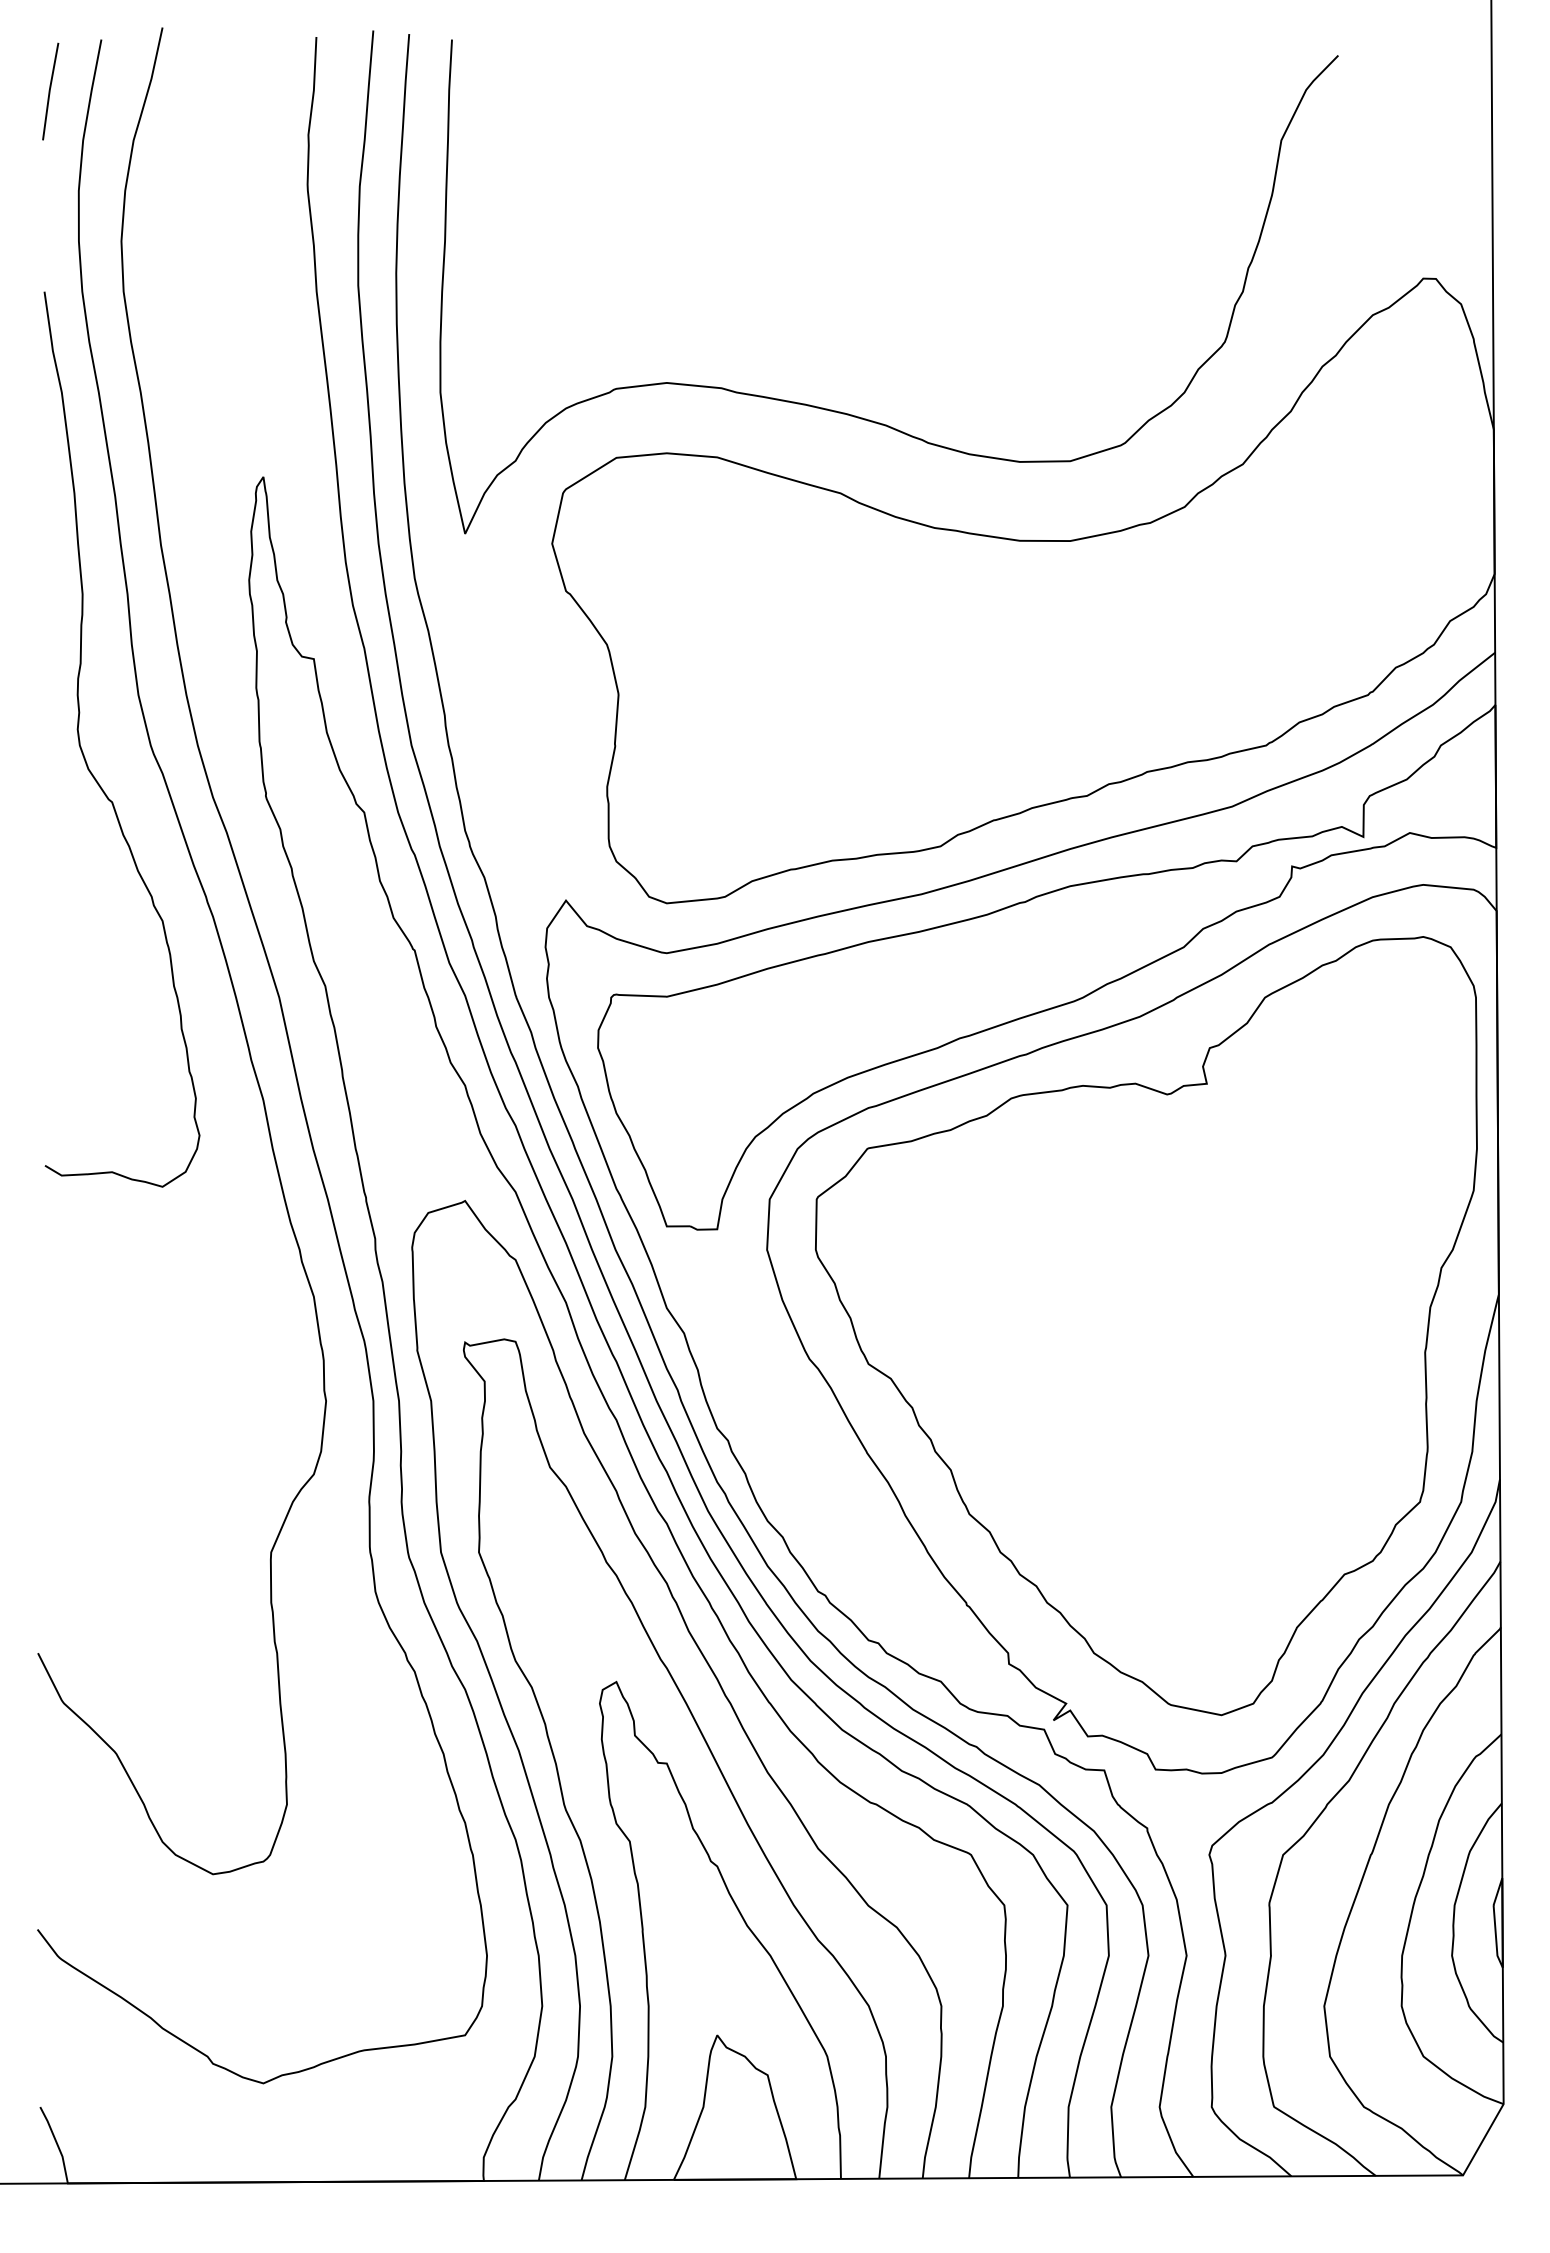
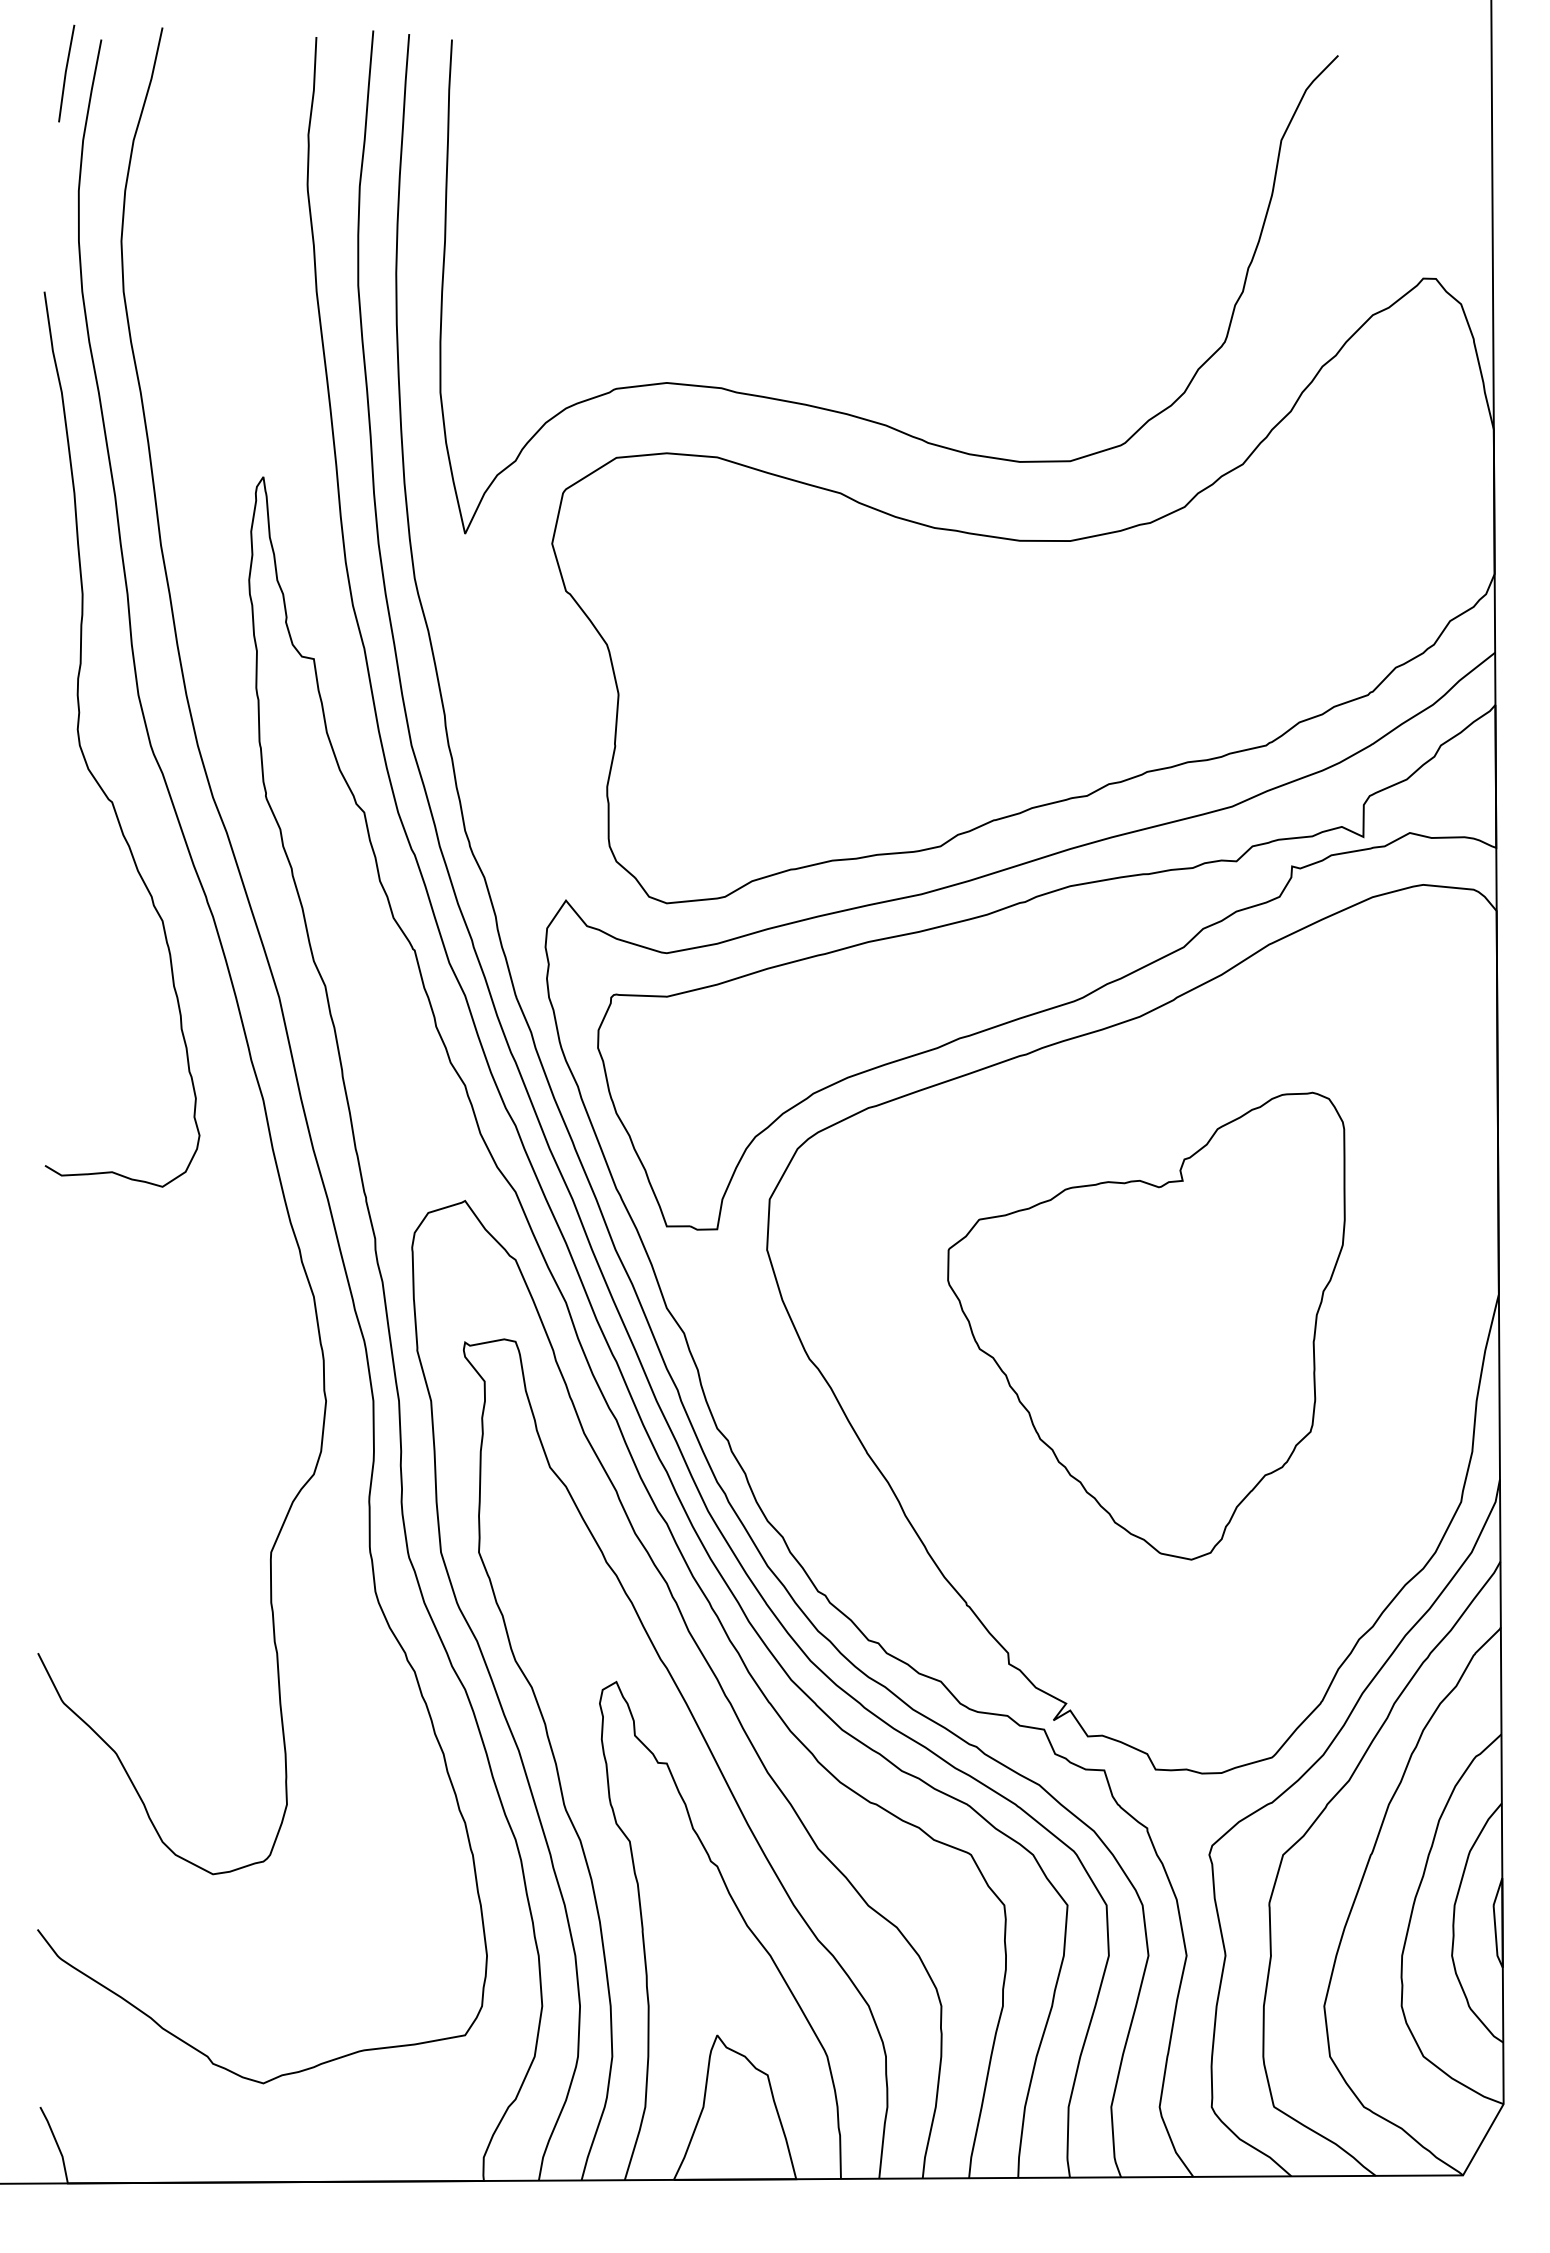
line at (50, 91) position: (50, 91) -> (66, 73)
part at (1146, 1326) size: 663x781 px -> 399x470 px
